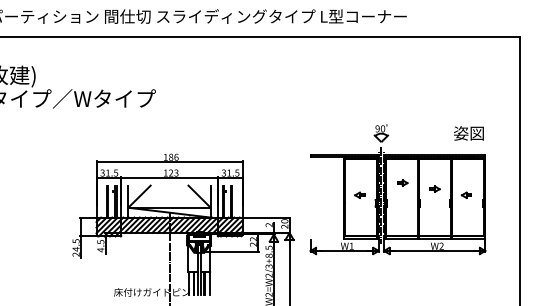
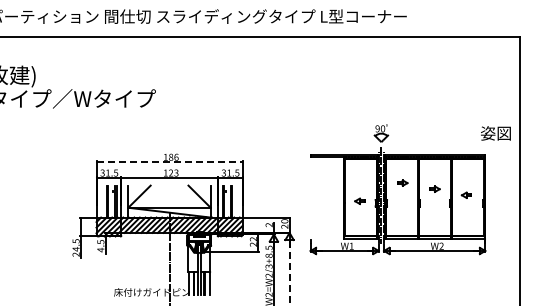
text at (468, 133) position: (468, 133) -> (495, 133)
line at (169, 162): solid -> dashed
part at (359, 194) position: (359, 194) -> (359, 200)
line at (289, 273): solid -> dashed
